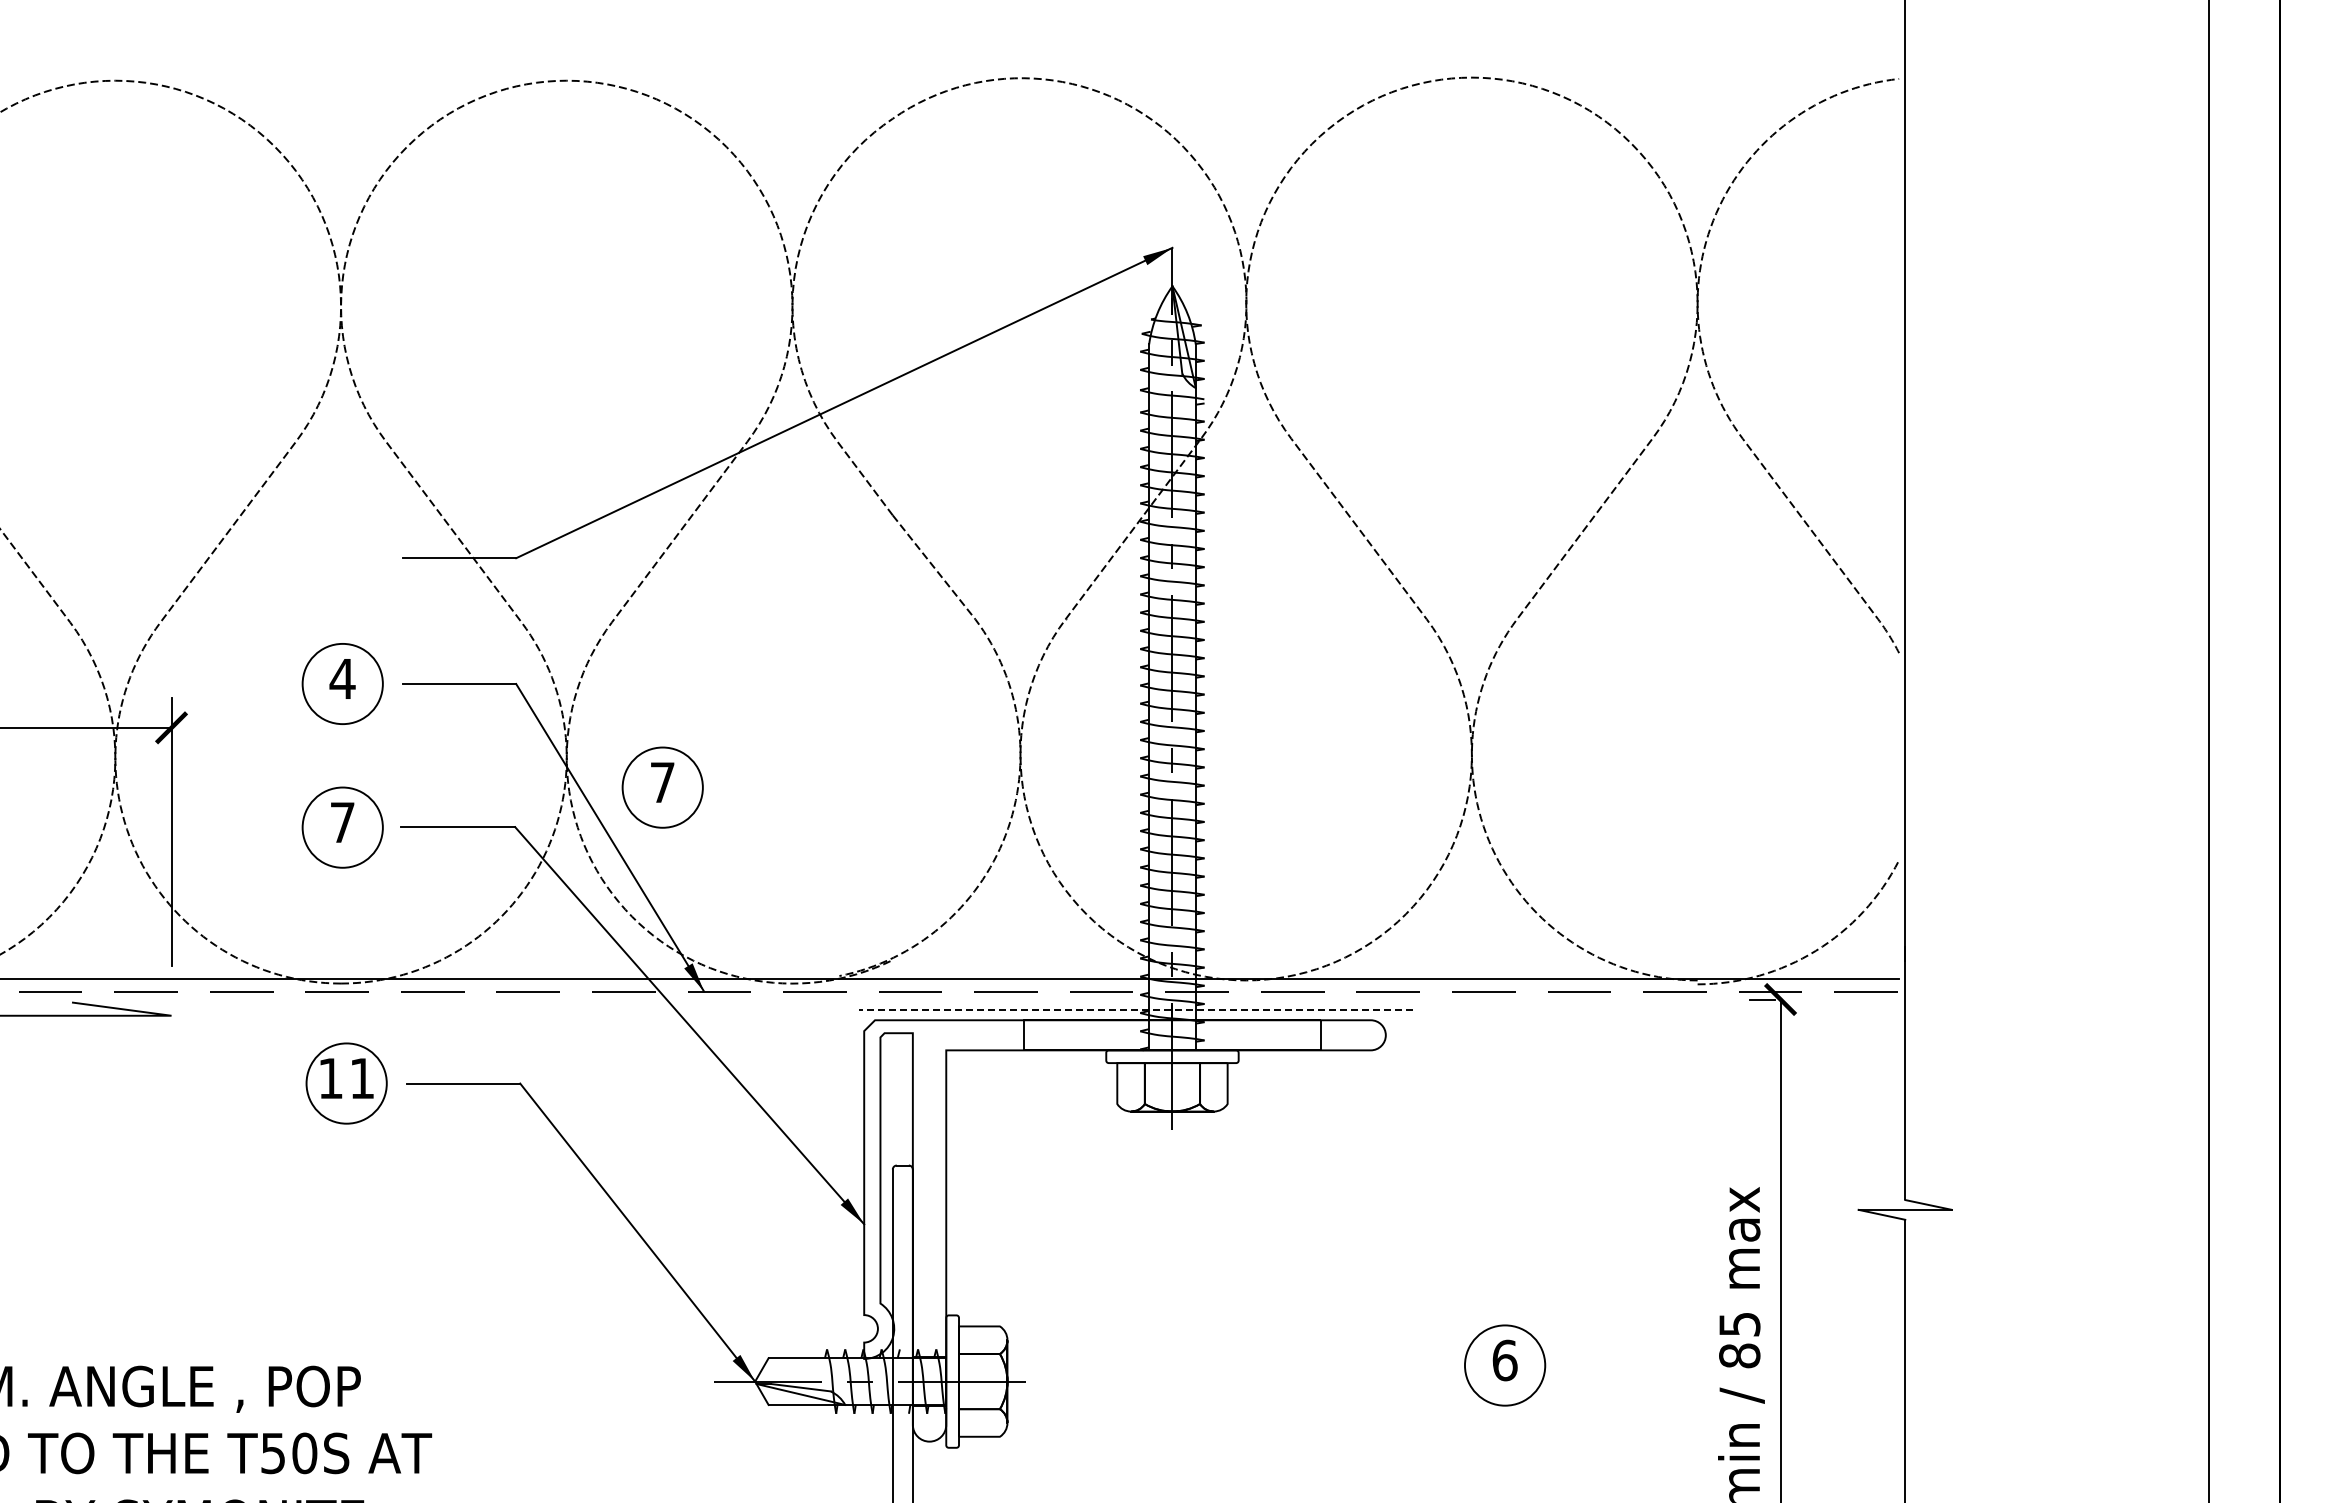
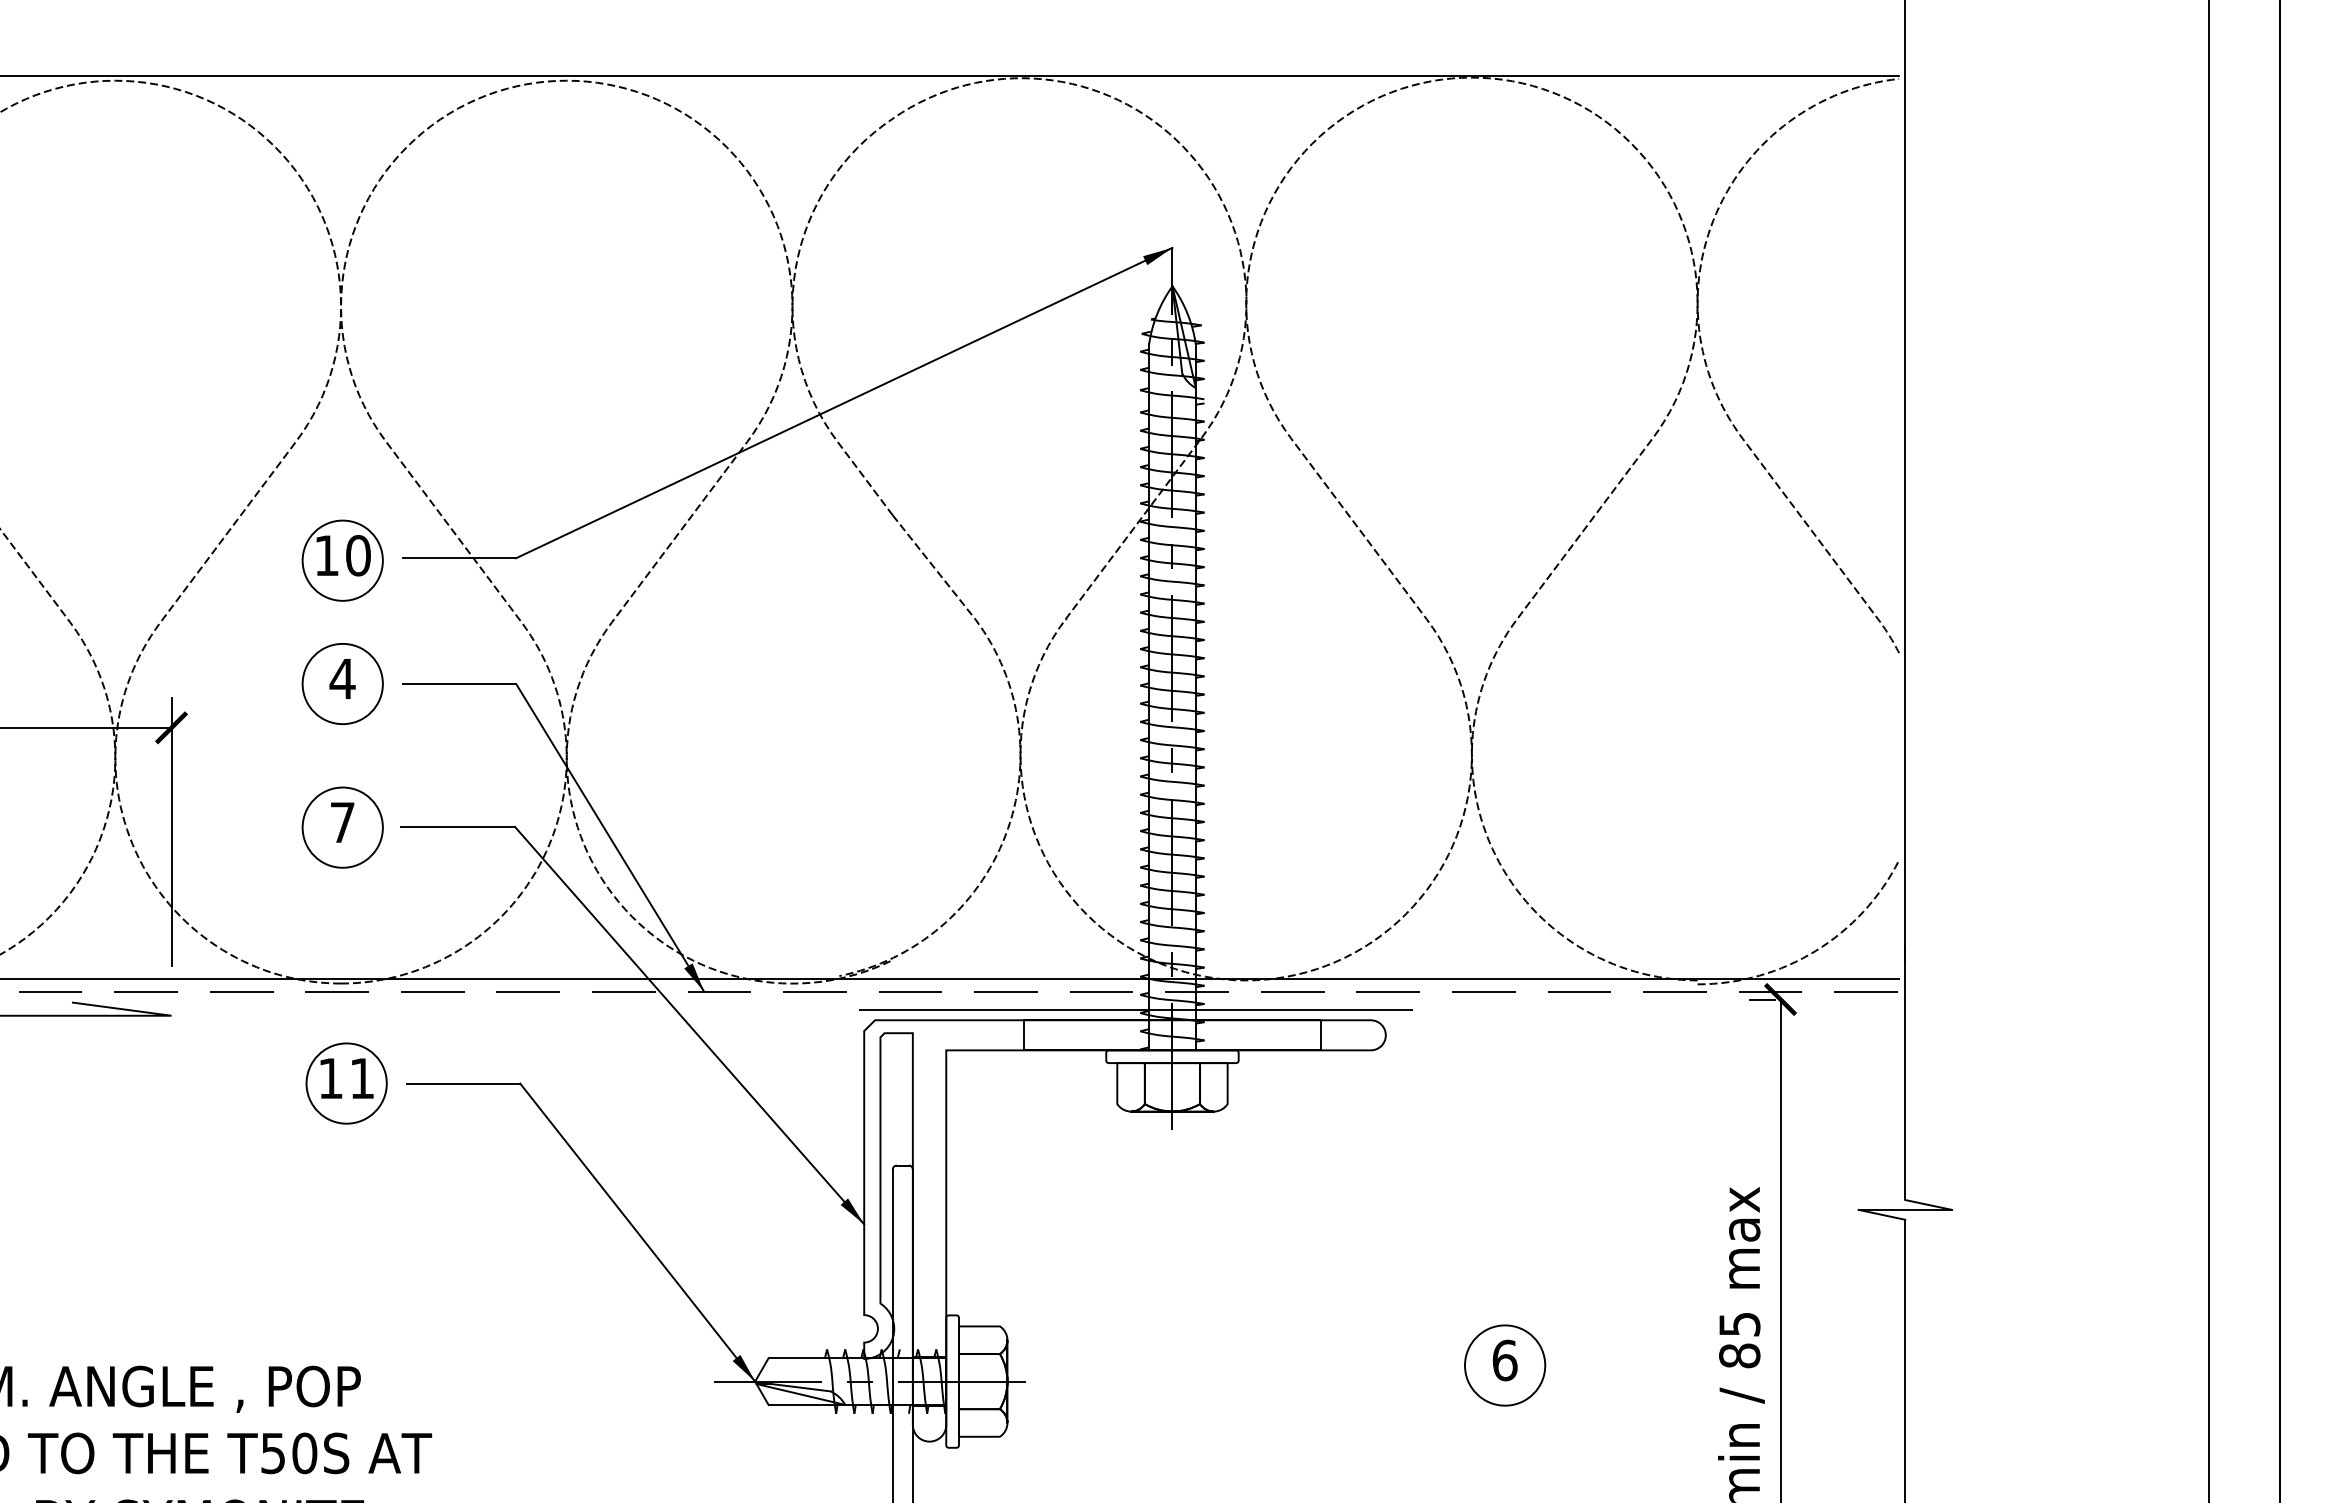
line at (950, 76): none -> present
part at (342, 560): none -> present
part at (662, 787): present -> none
line at (1135, 1009): dashed -> solid
